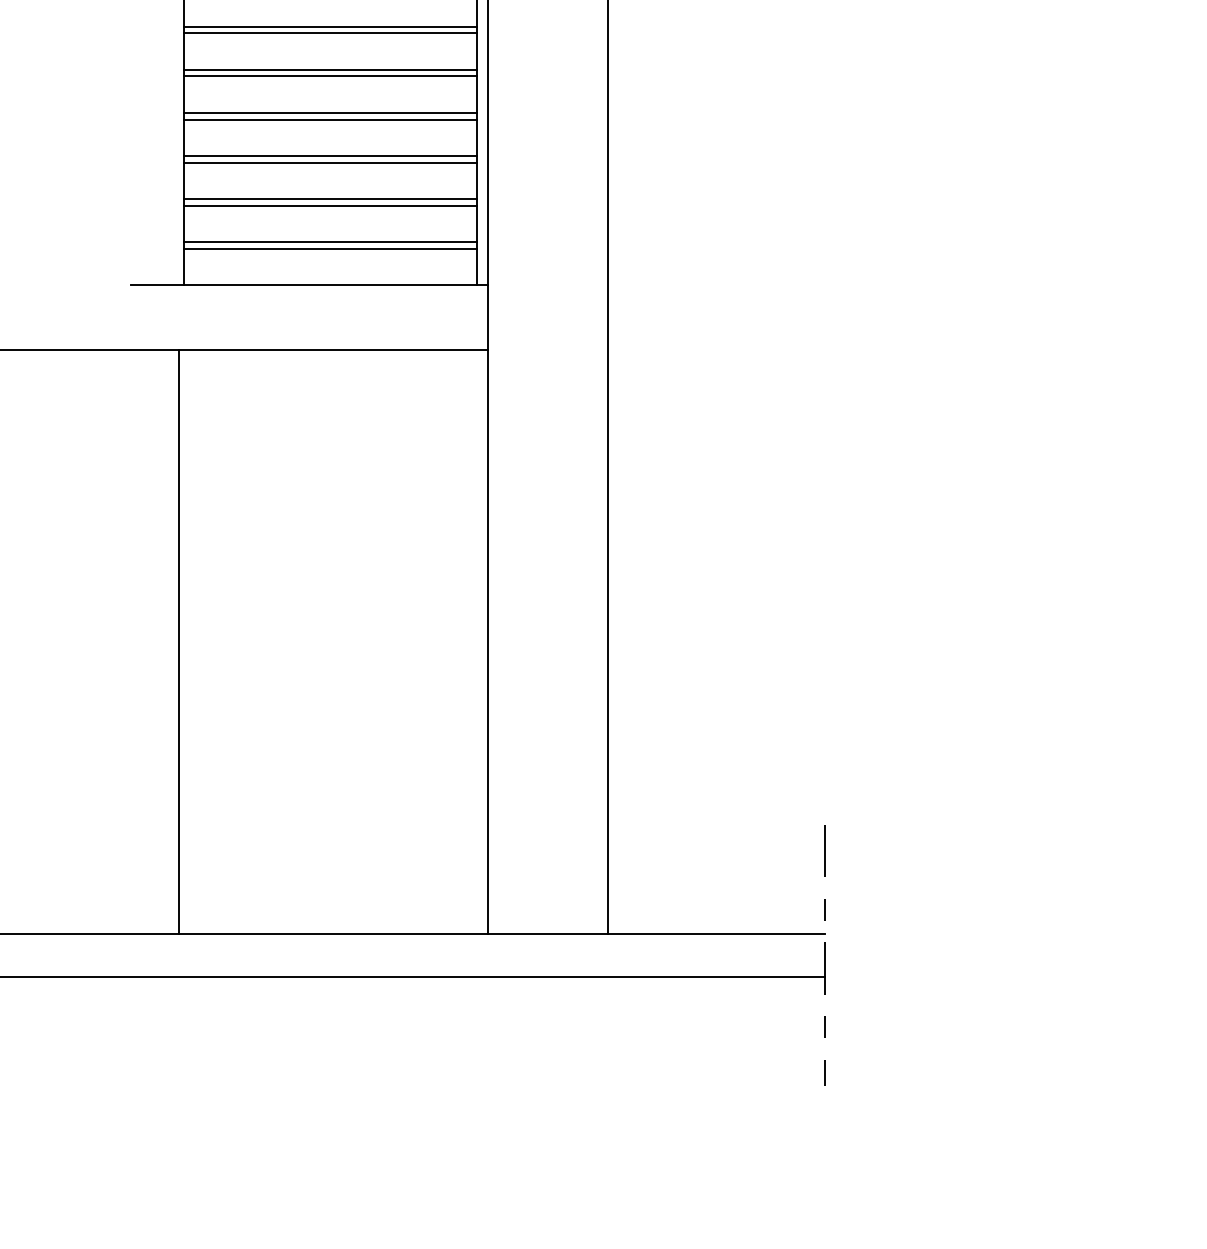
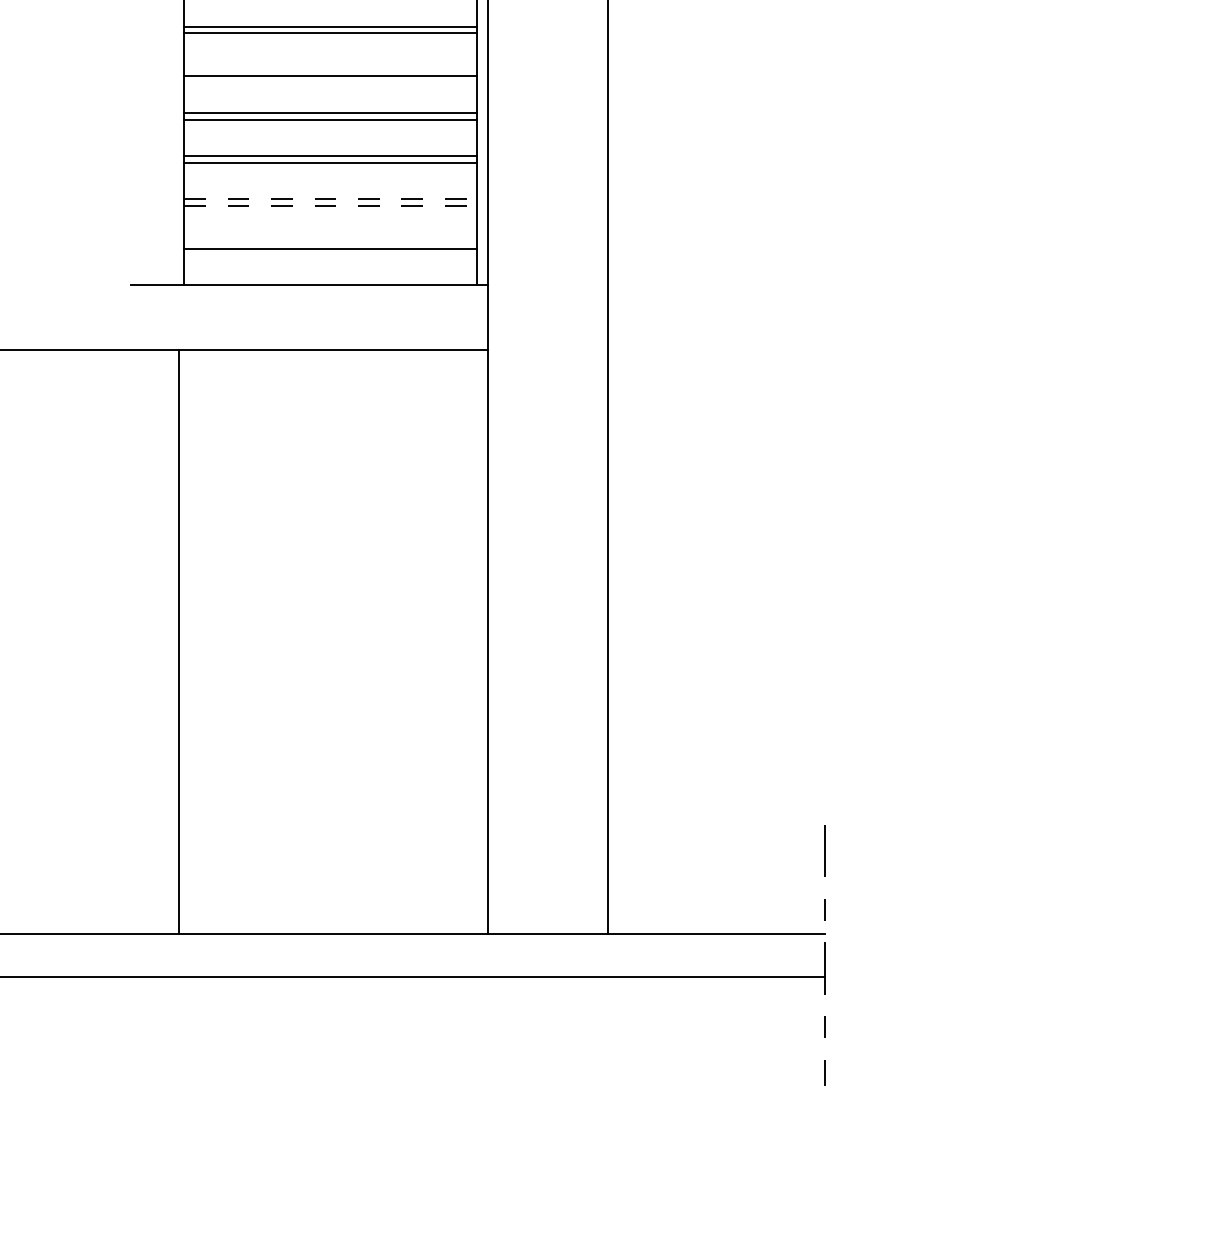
line at (330, 69): present -> none
line at (330, 199): solid -> dashed
line at (330, 205): solid -> dashed
line at (330, 242): present -> none
